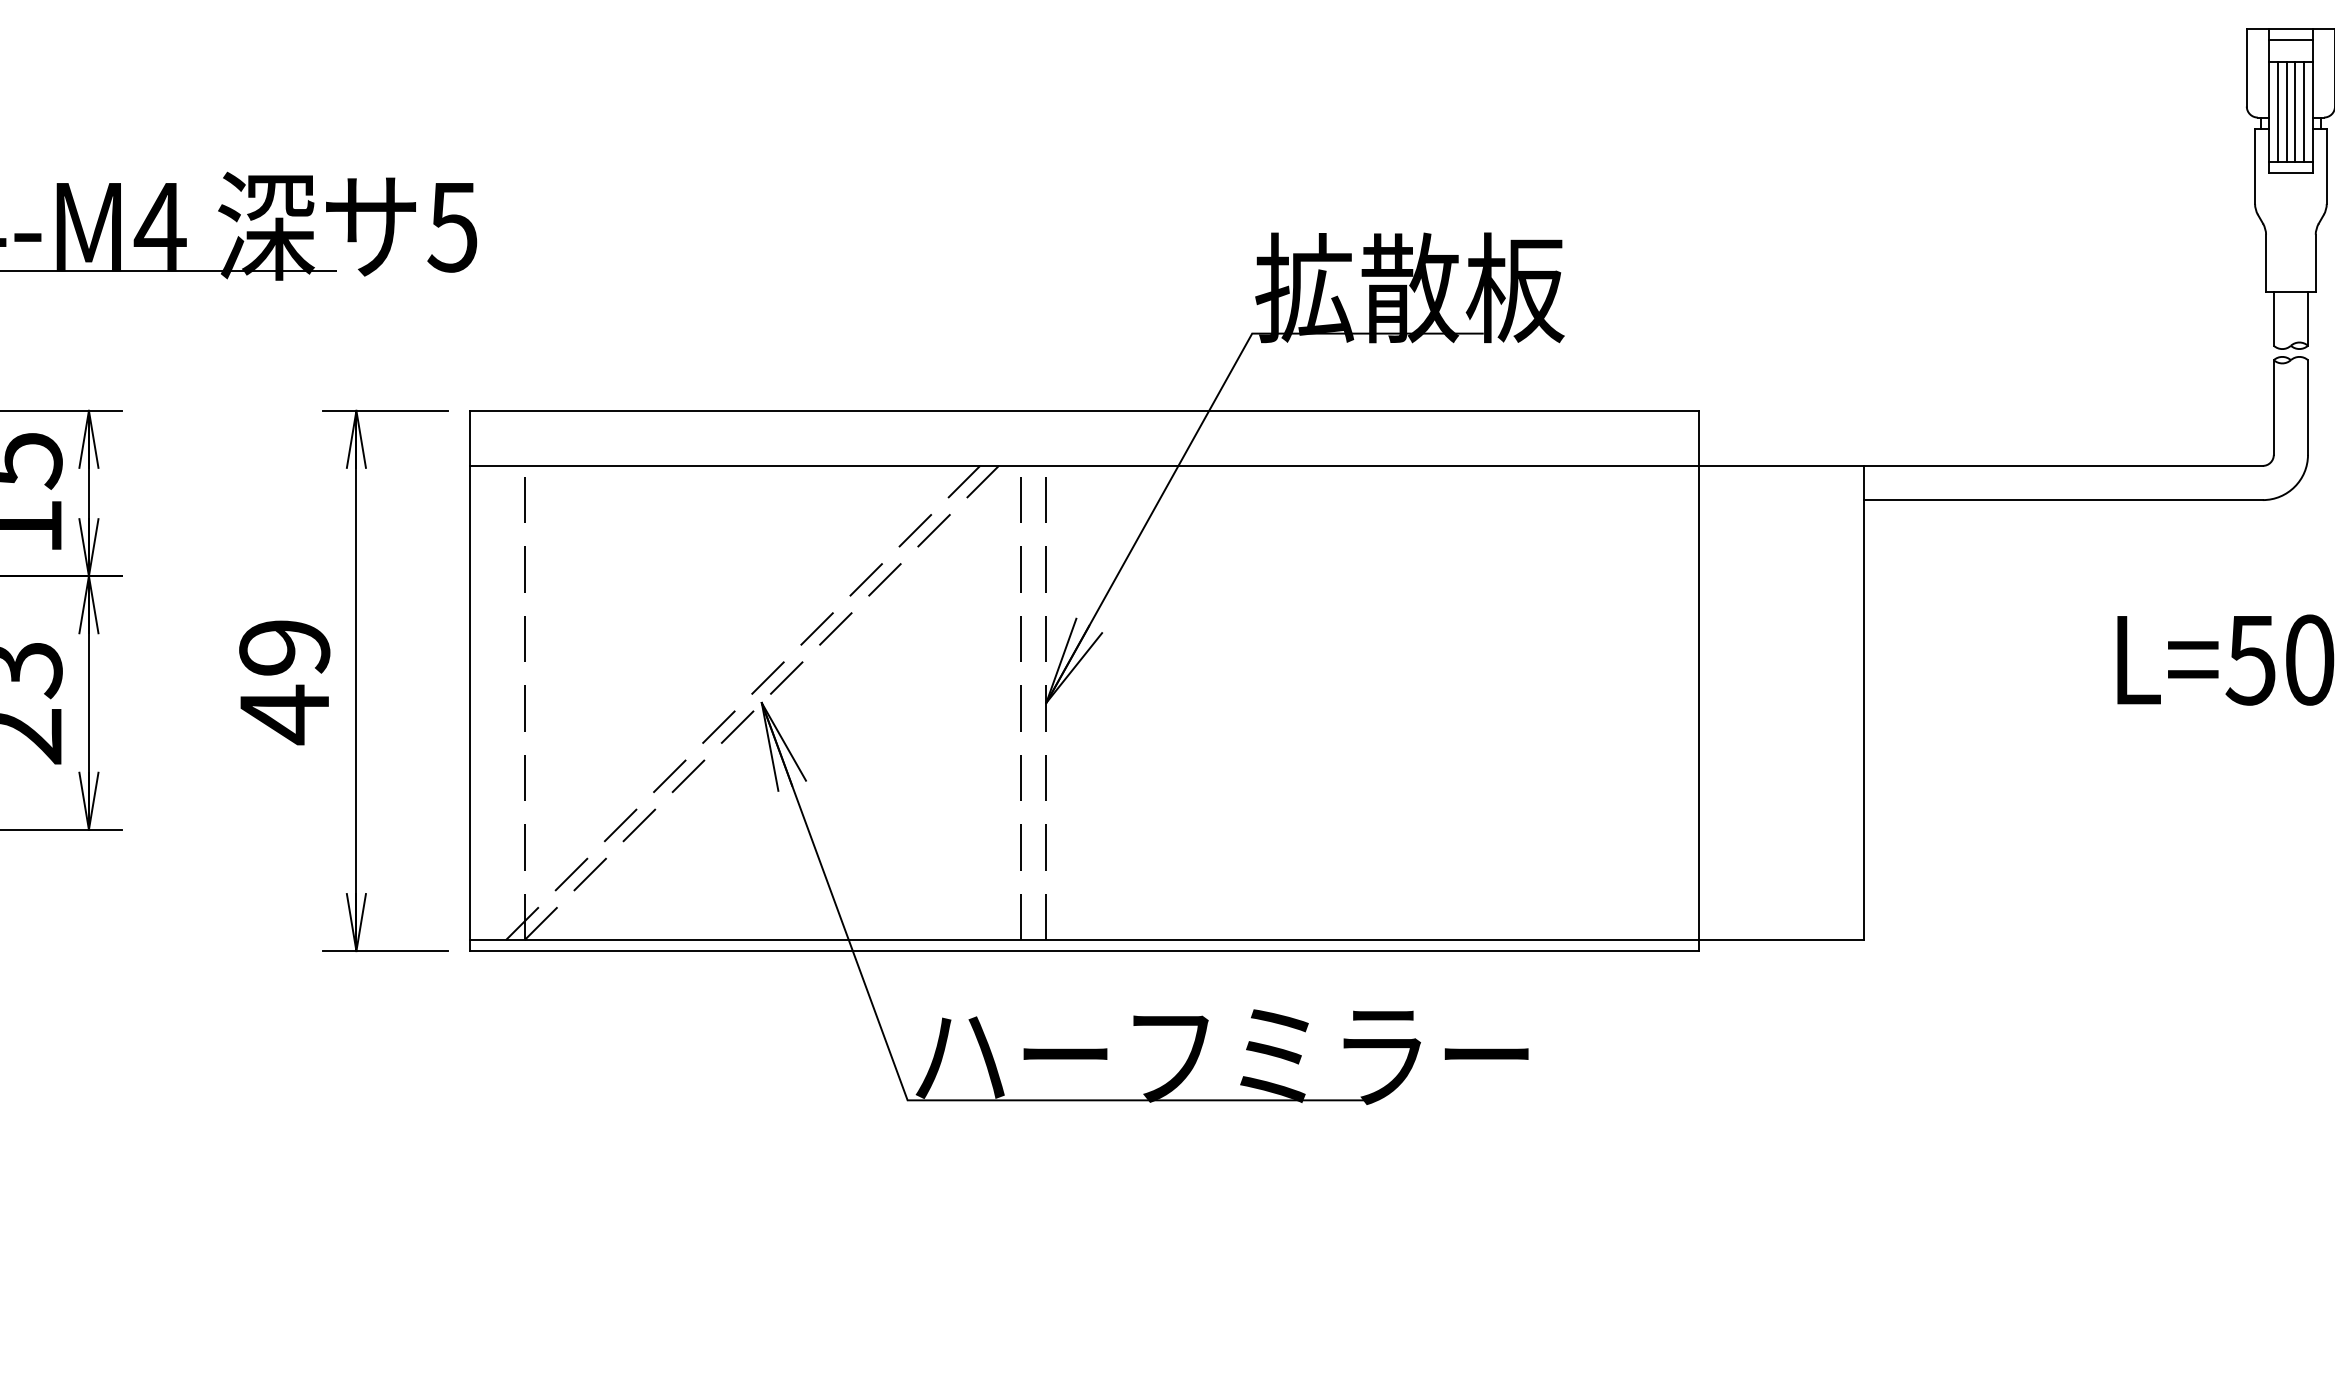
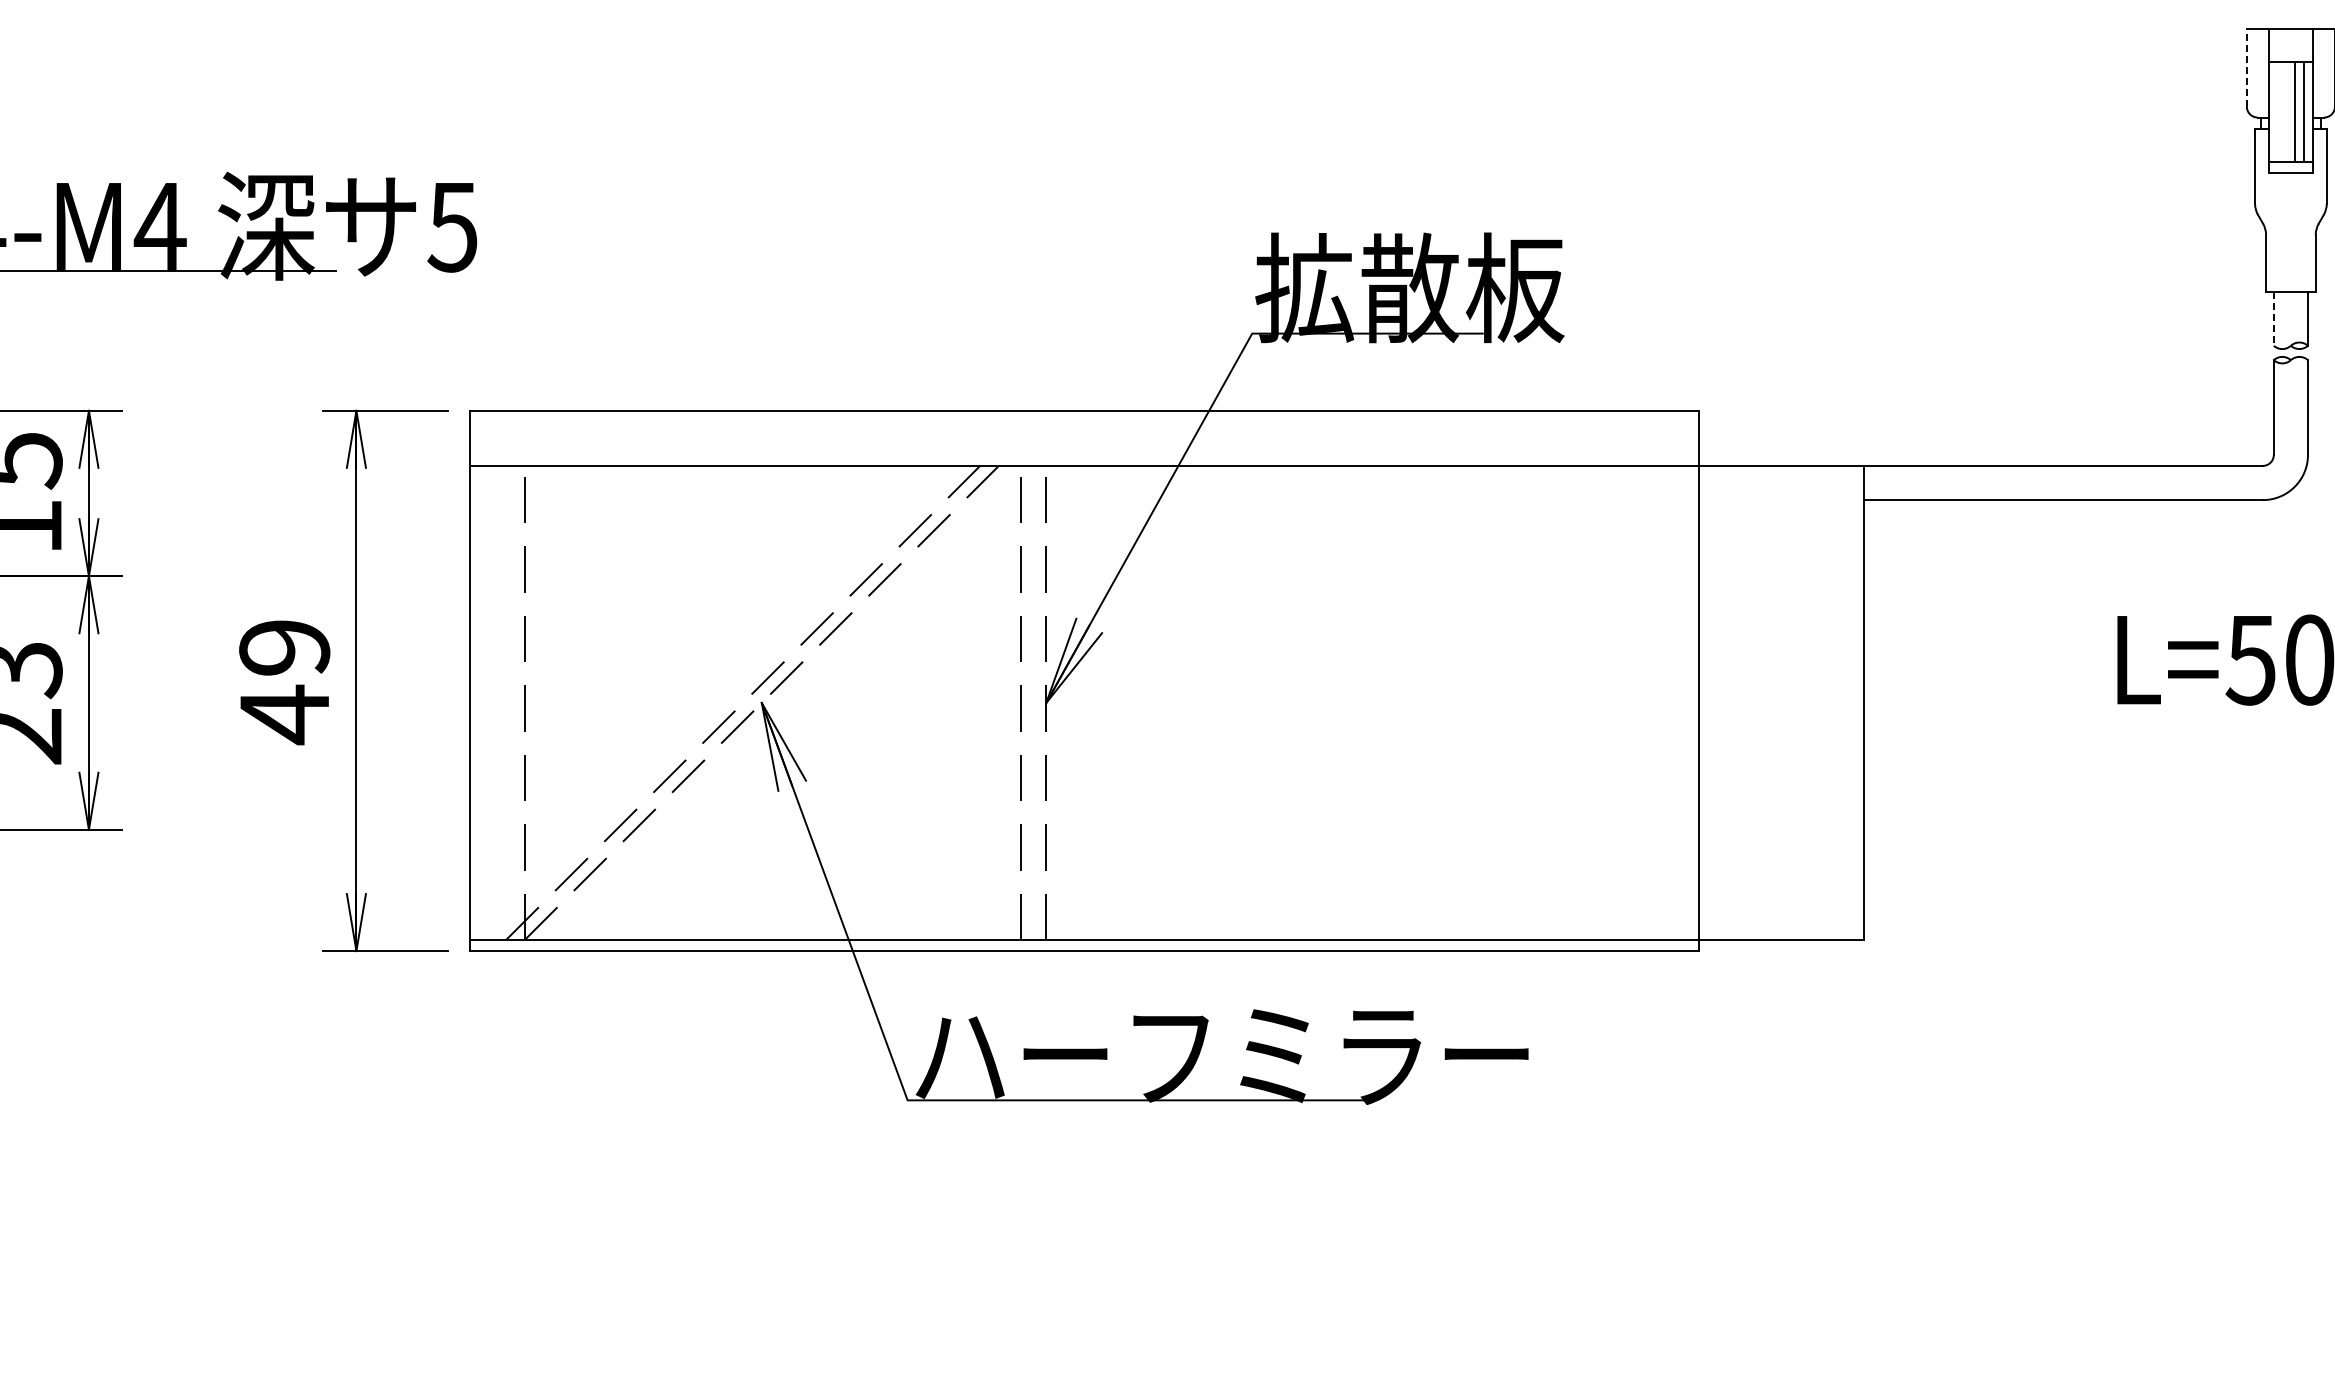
line at (2290, 40): present -> none
line at (2246, 67): solid -> dashed
line at (2277, 111): present -> none
line at (2286, 111): present -> none
line at (2273, 319): solid -> dashed
